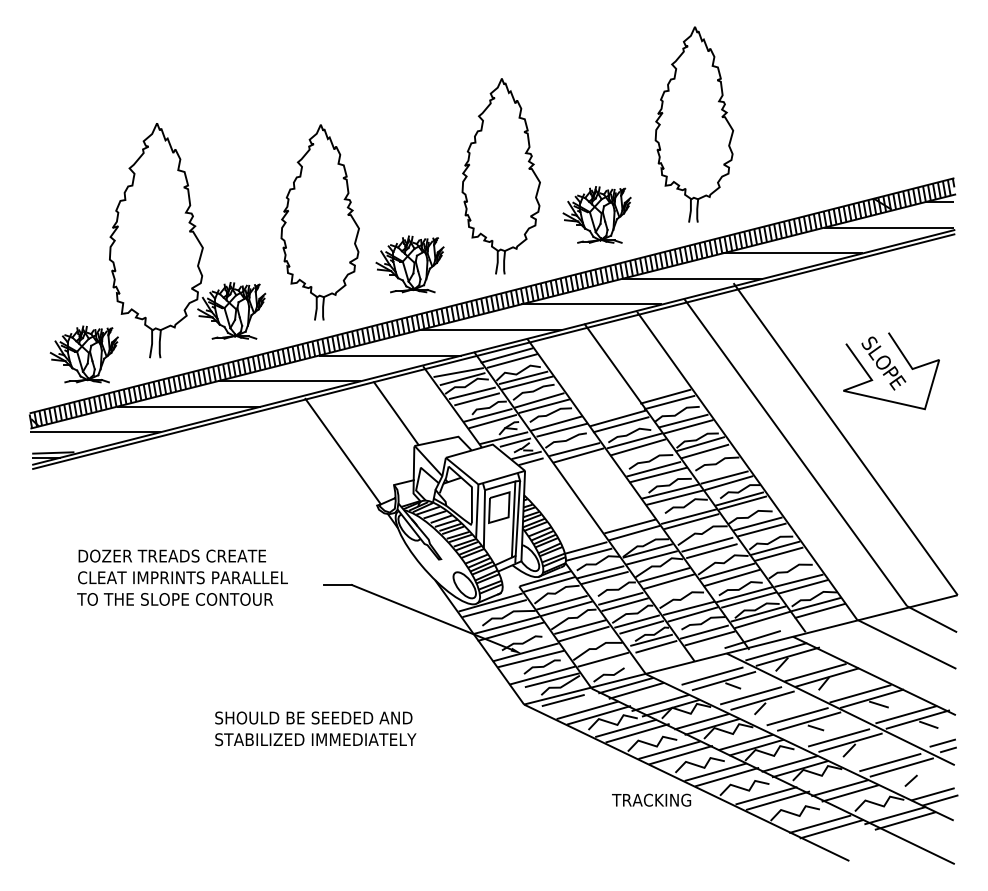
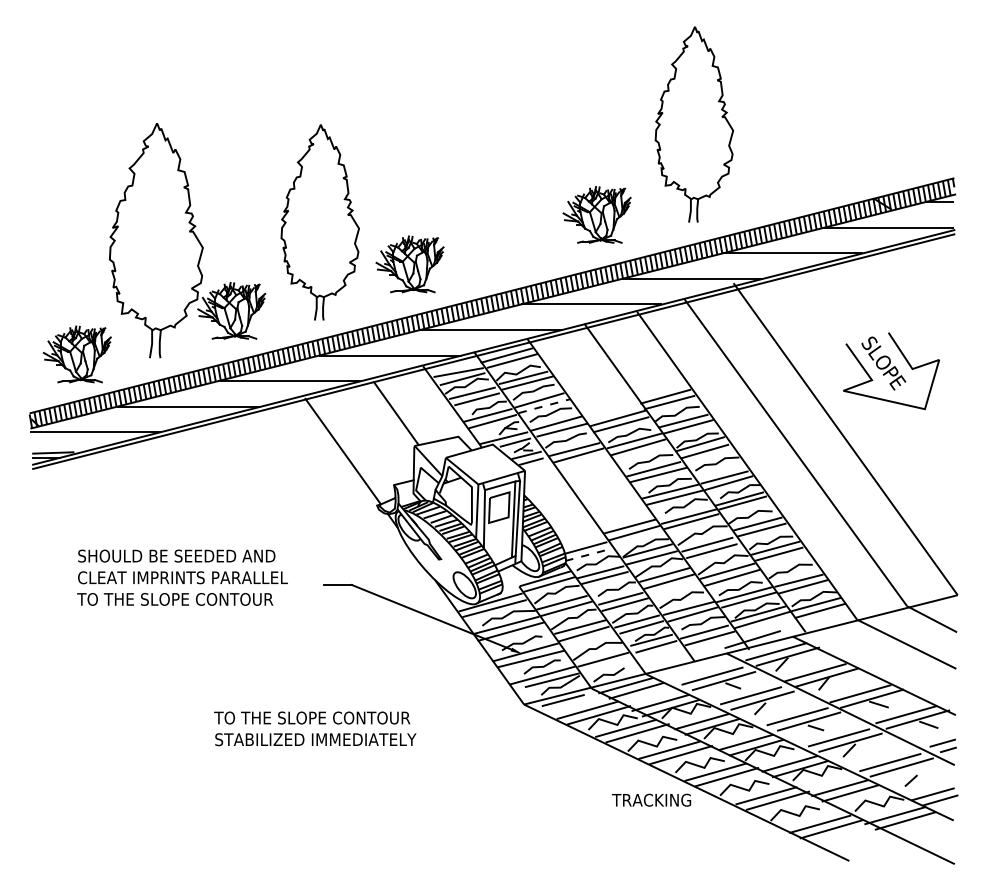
part at (500, 176): present -> none
part at (83, 354) position: (83, 354) -> (76, 354)
line at (544, 406): solid -> dashed
line at (589, 554): solid -> dashed
text at (176, 555): DOZER TREADS CREATE -> SHOULD BE SEEDED AND
text at (313, 717): SHOULD BE SEEDED AND -> TO THE SLOPE CONTOUR
